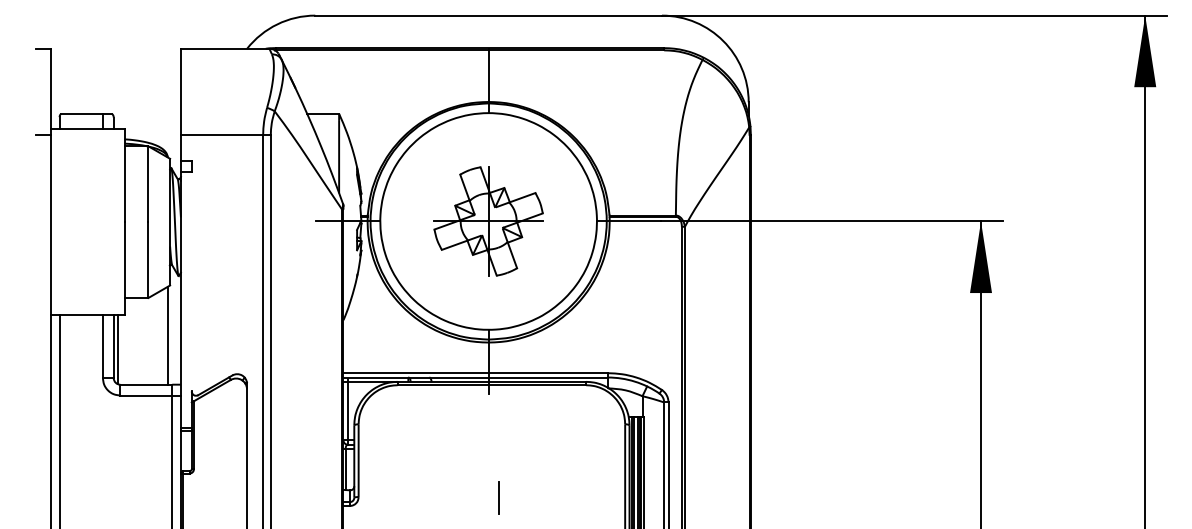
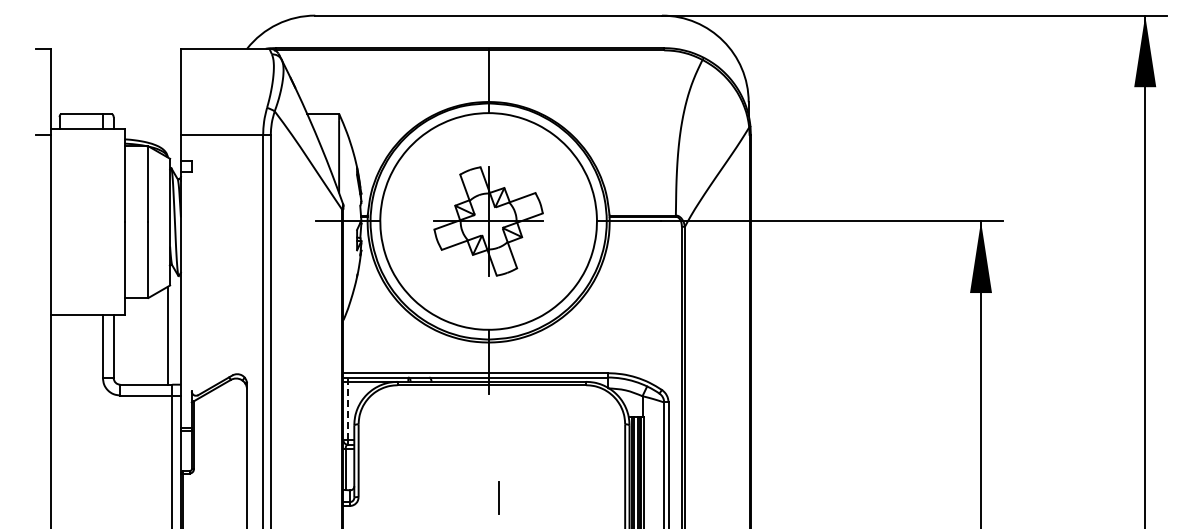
line at (117, 349): present -> none
line at (347, 410): solid -> dashed
line at (59, 420): present -> none
